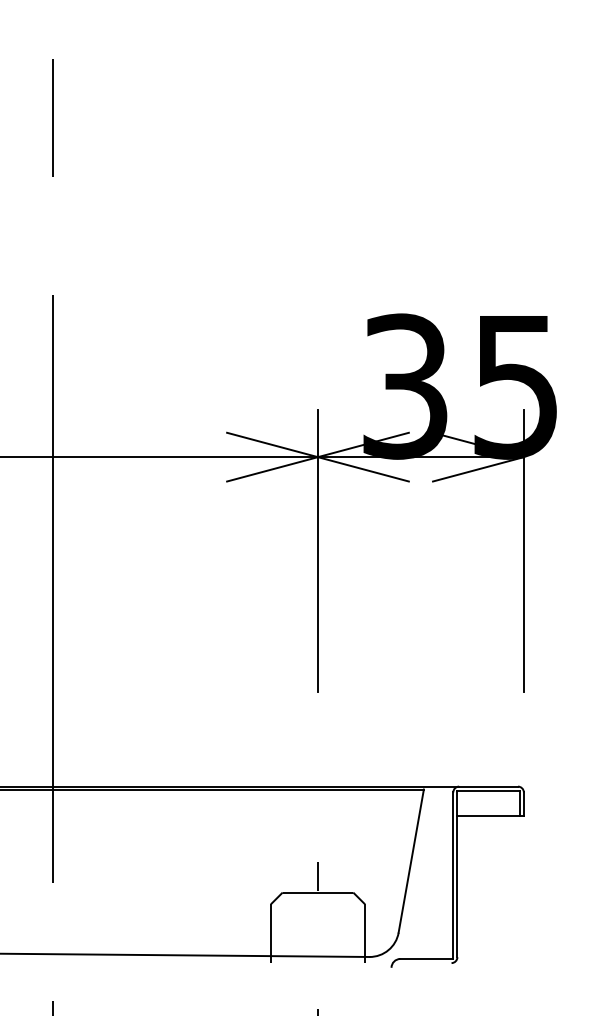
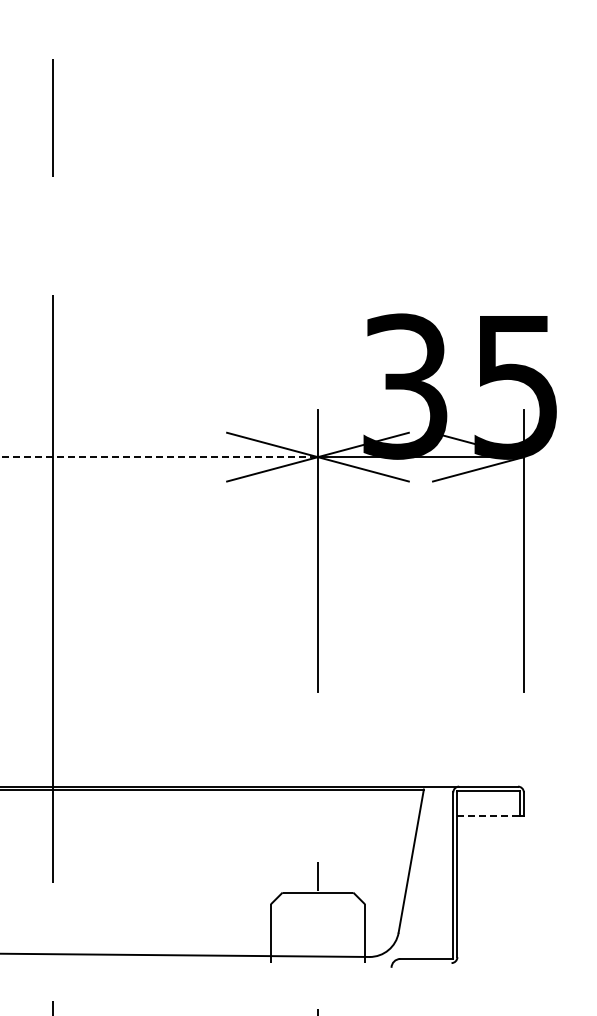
line at (159, 457): solid -> dashed
line at (489, 816): solid -> dashed
